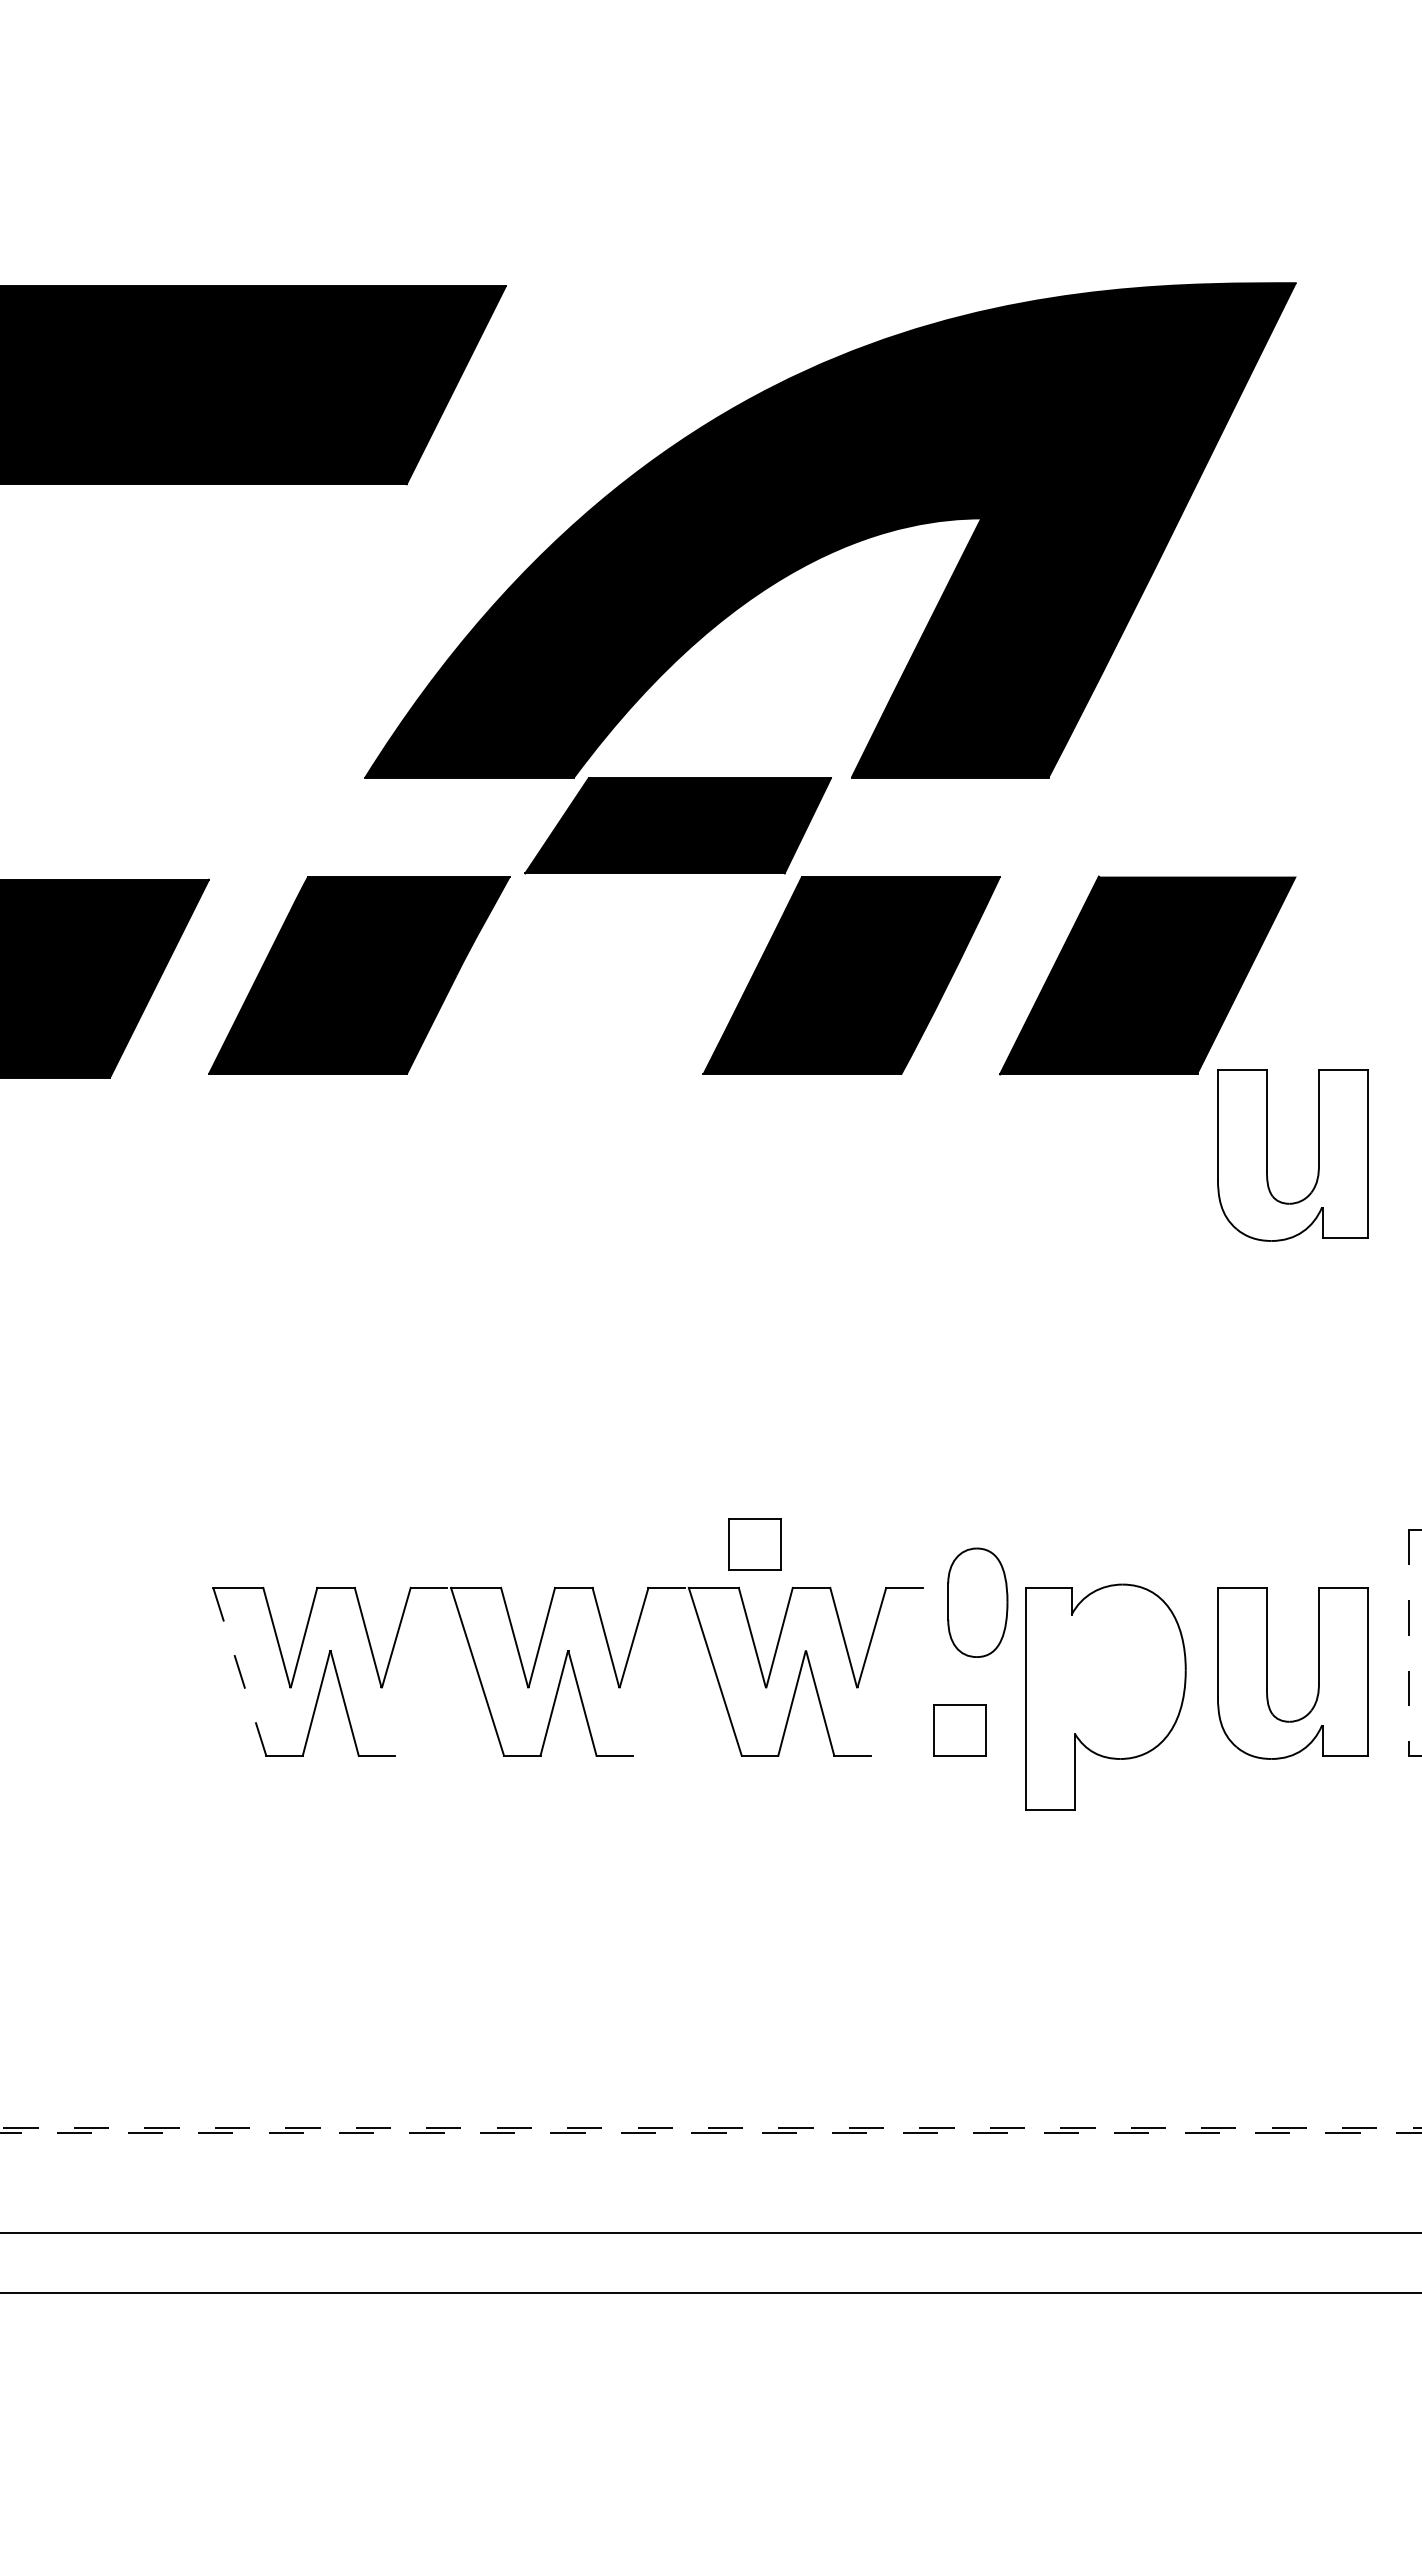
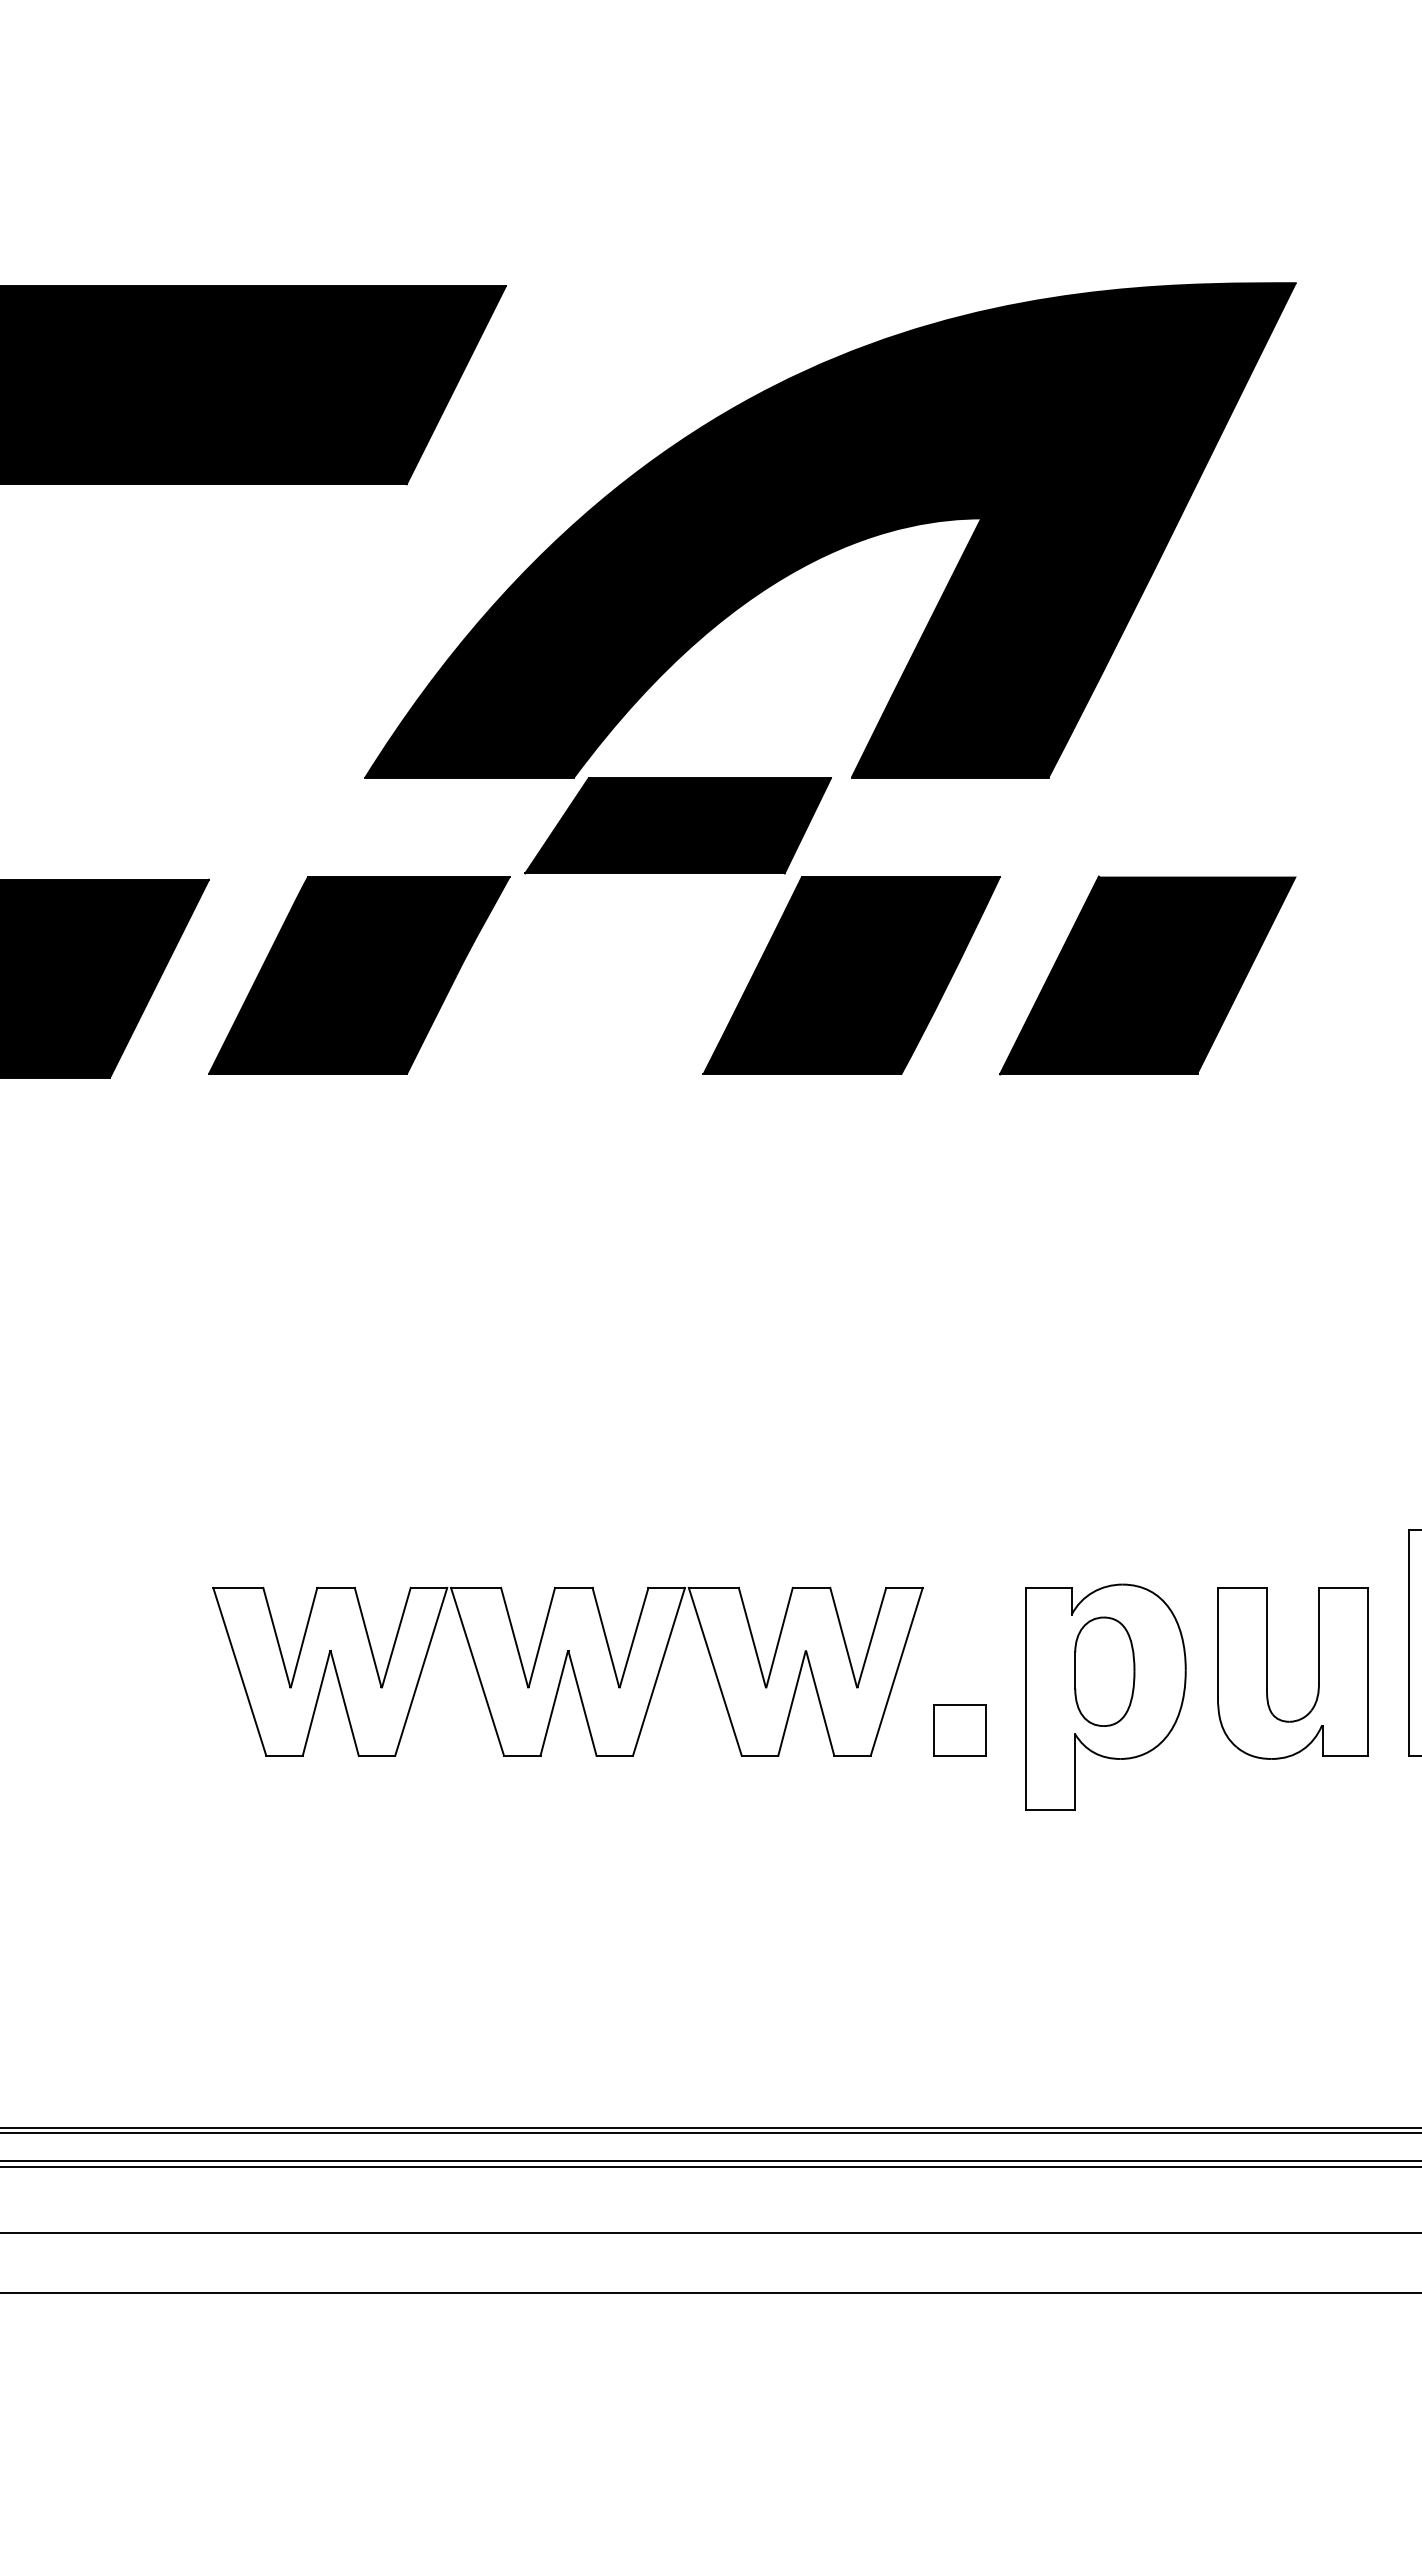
part at (1267, 1155): present -> none
part at (754, 1544): present -> none
part at (977, 1602) position: (977, 1602) -> (1104, 1671)
line at (1409, 1642): dashed -> solid
line at (239, 1671): dashed -> solid
line at (421, 1671): none -> present
line at (658, 1671): none -> present
line at (896, 1671): none -> present
line at (710, 2127): dashed -> solid
line at (710, 2133): dashed -> solid
line at (710, 2160): none -> present
line at (710, 2166): none -> present
